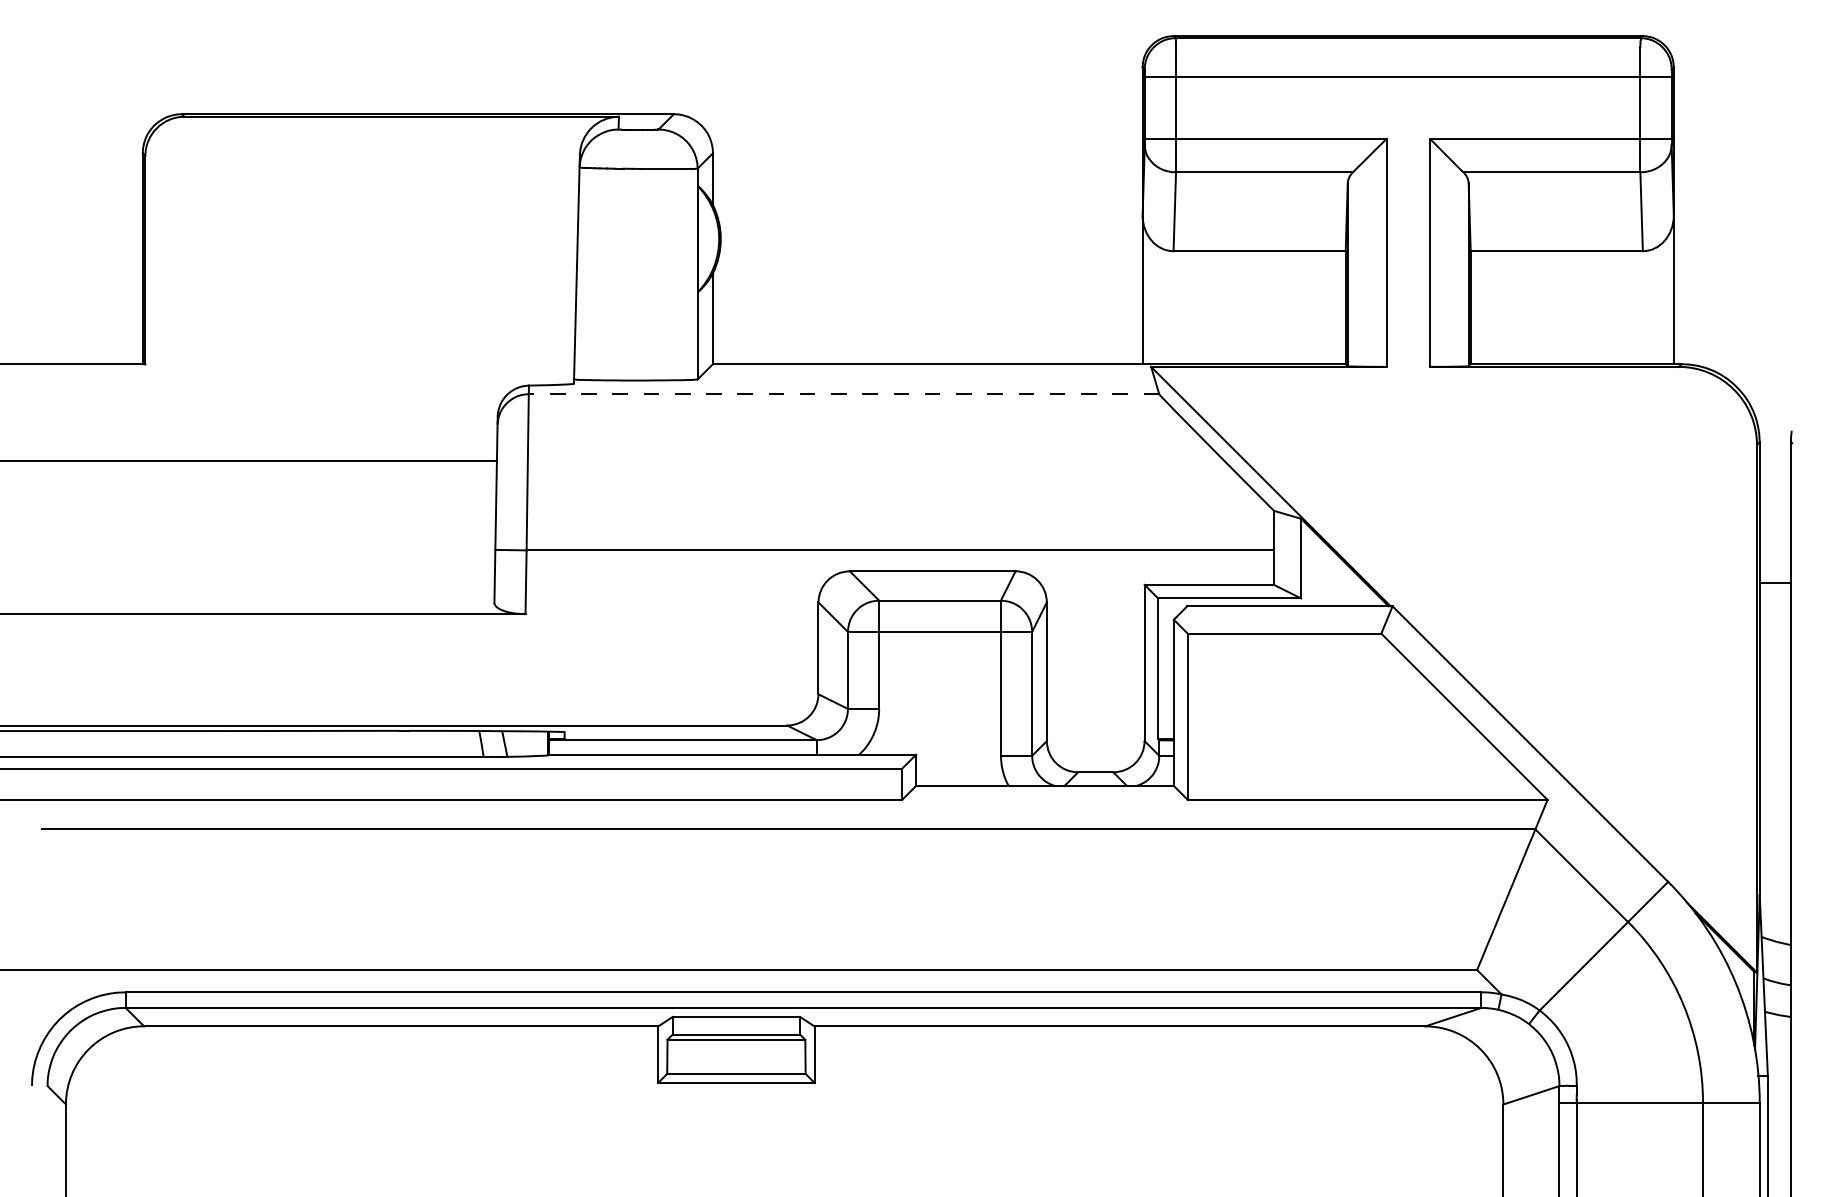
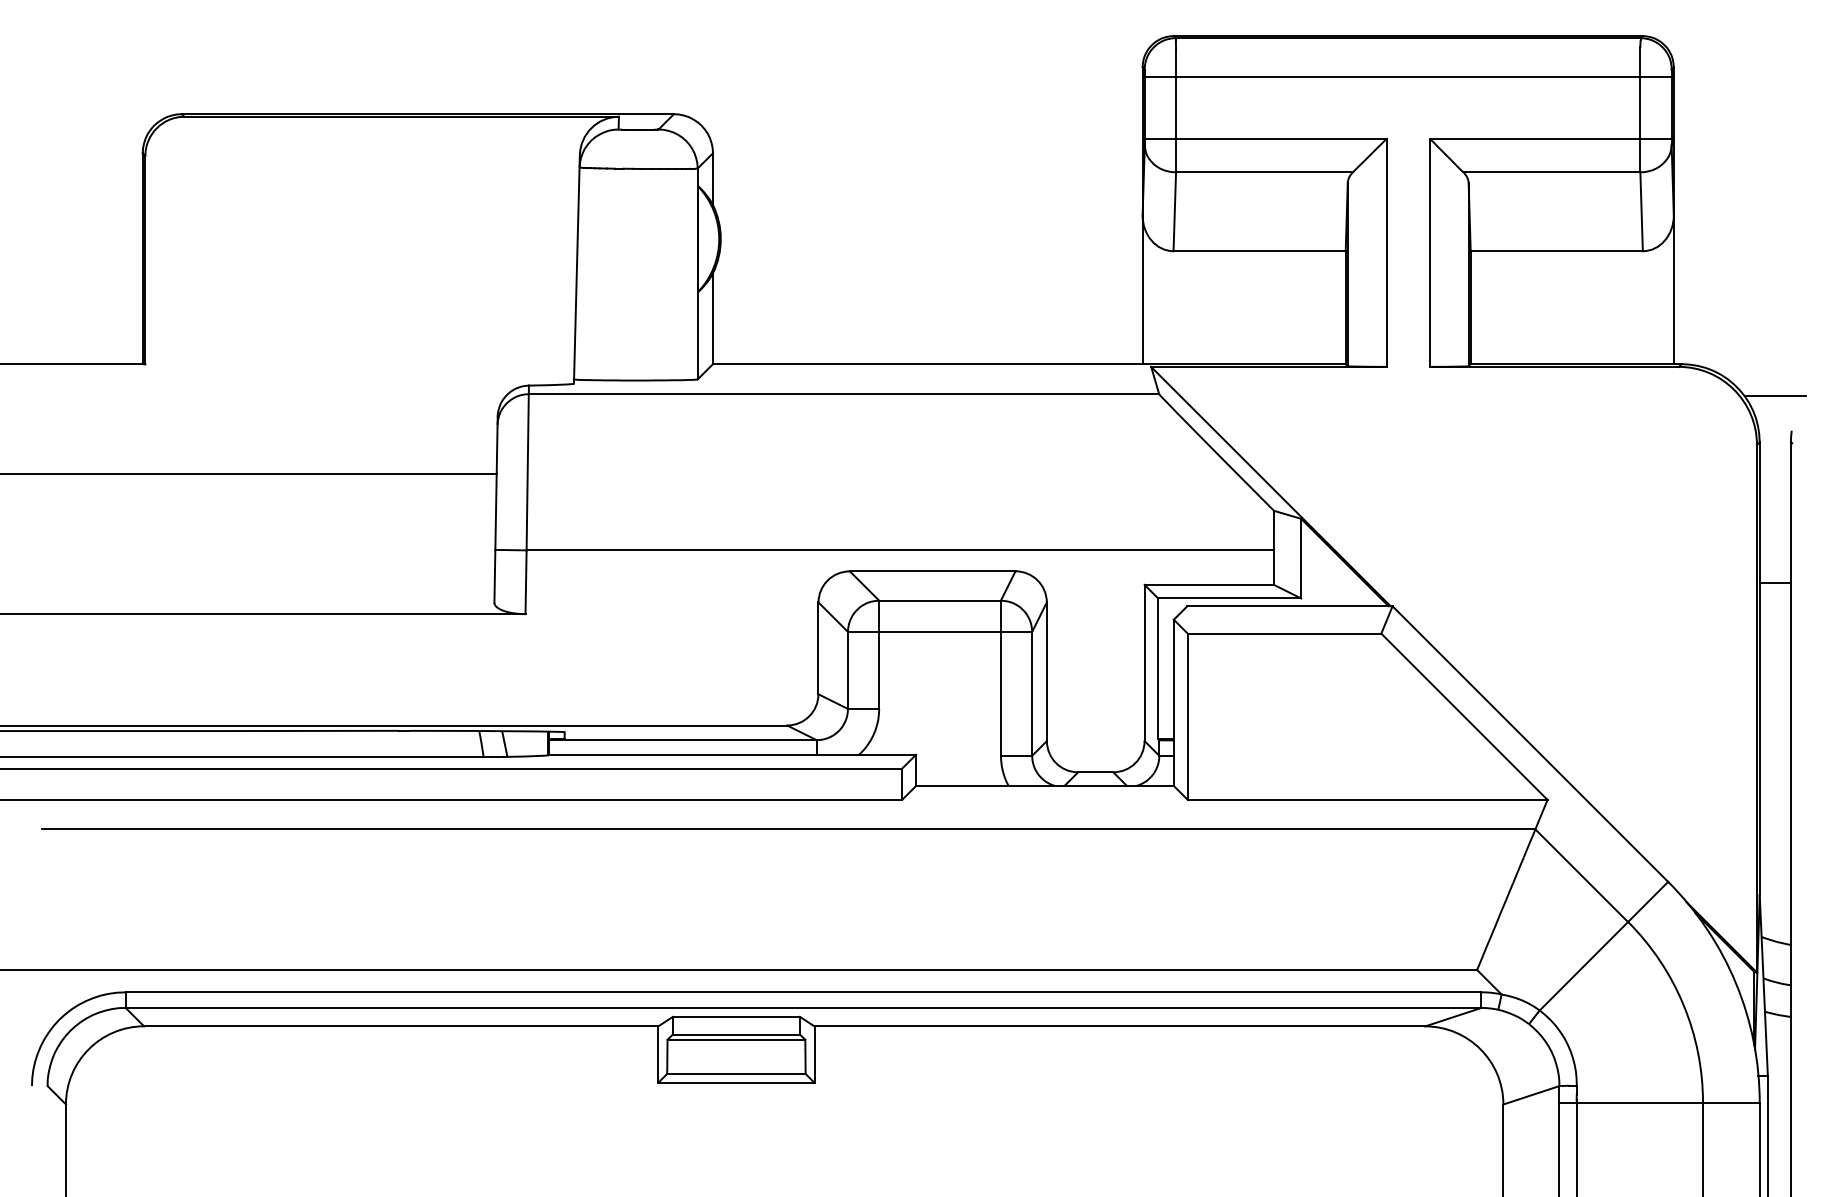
line at (843, 394): dashed -> solid
line at (1774, 396): none -> present
line at (249, 460) position: (249, 460) -> (249, 473)
